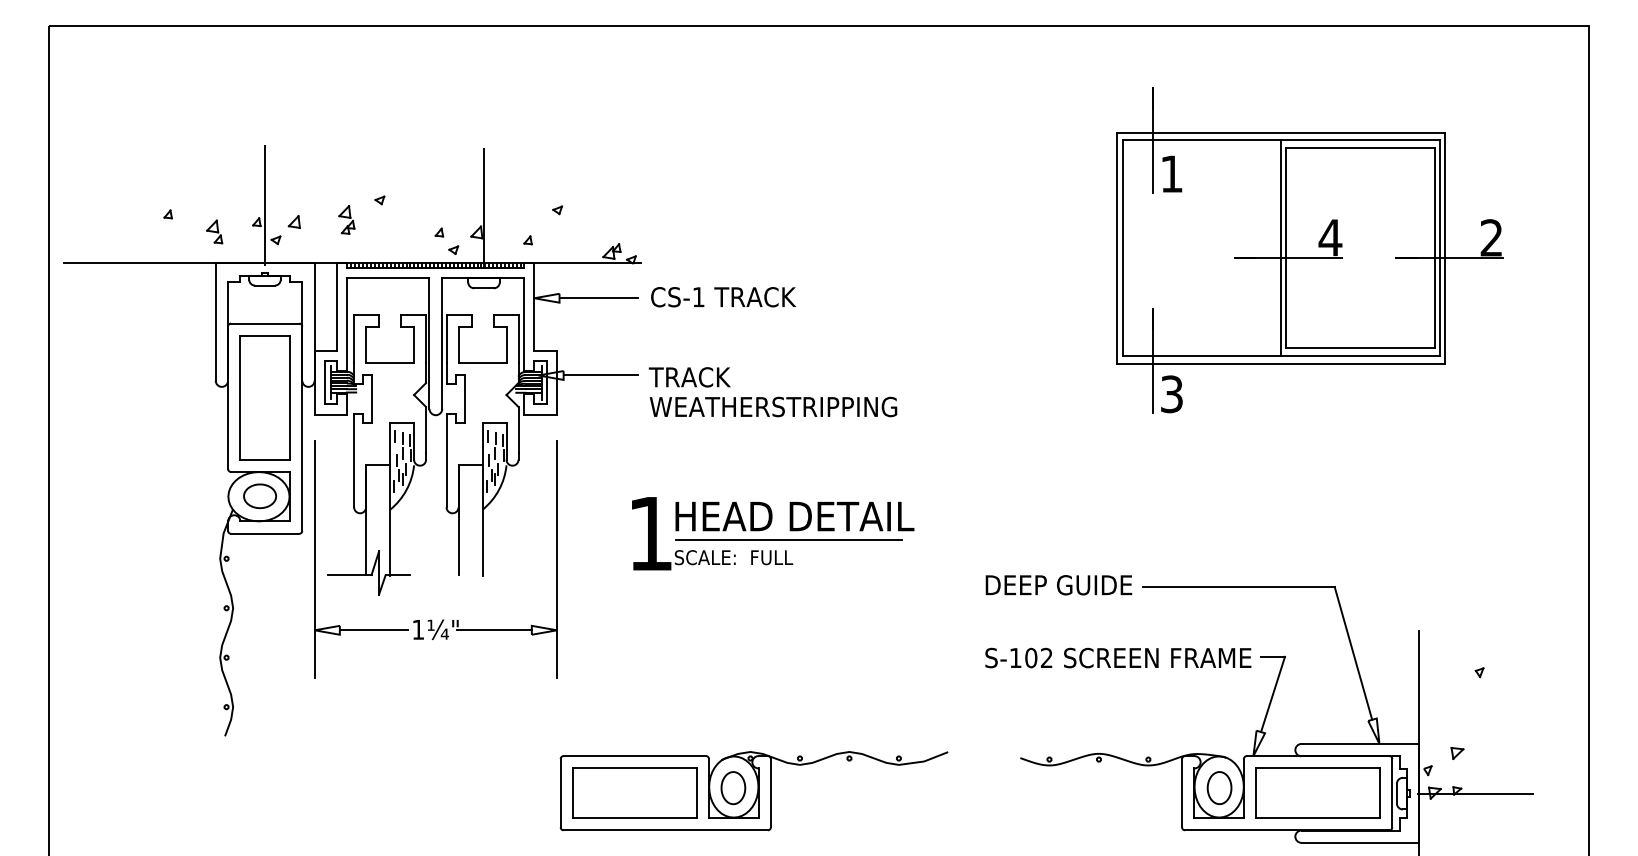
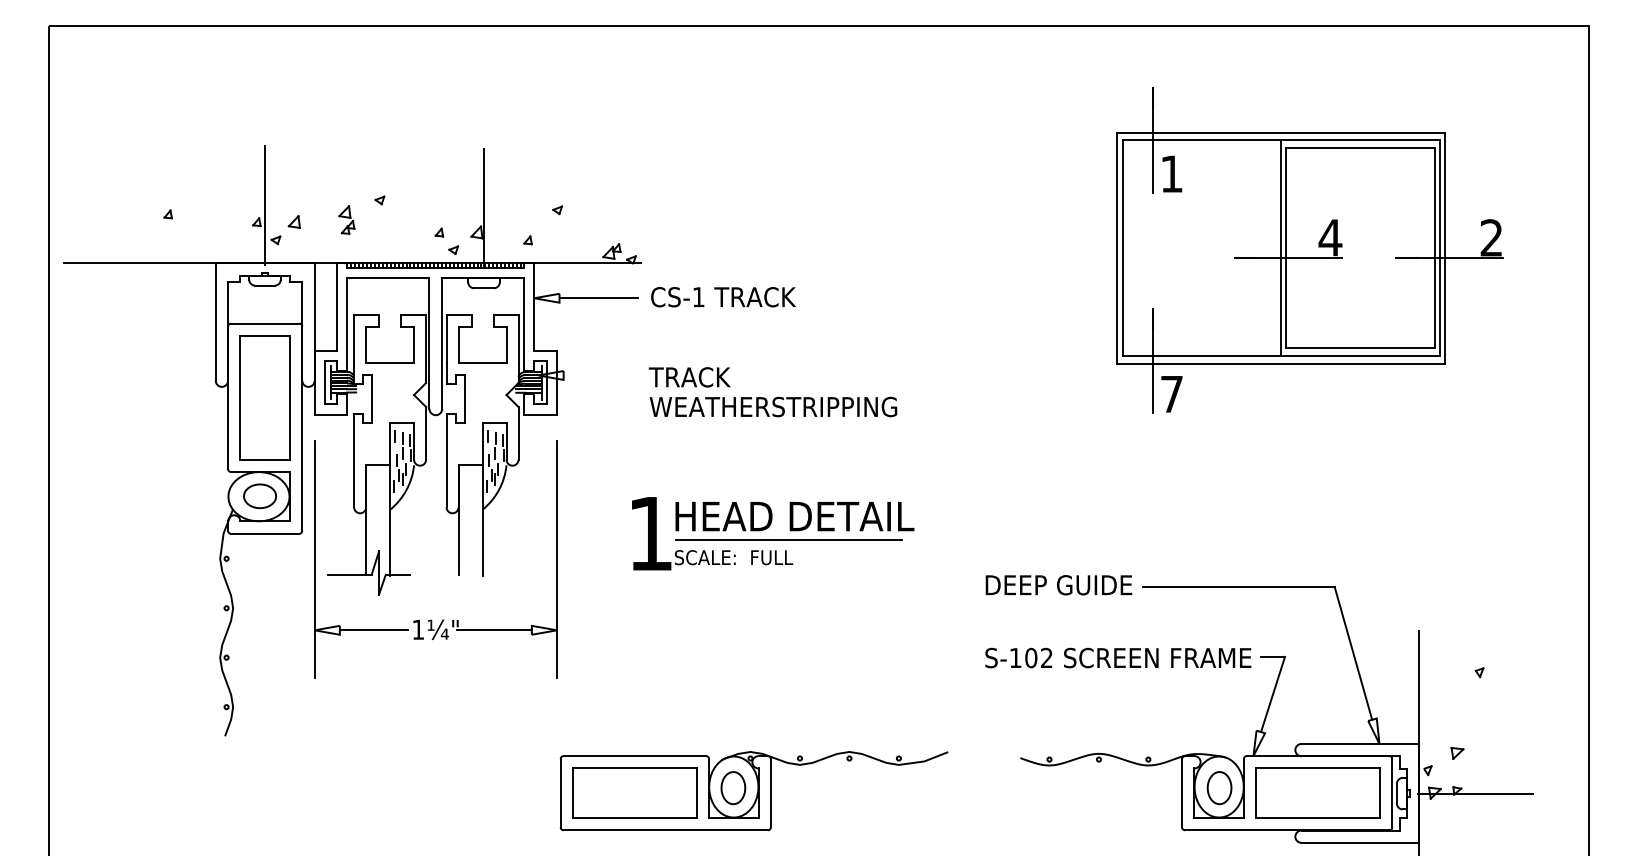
part at (214, 231): present -> none
line at (600, 375): present -> none
text at (1171, 394): 3 -> 7
